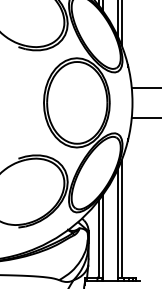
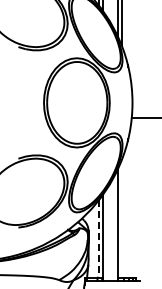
line at (144, 87): present -> none
line at (121, 218): present -> none
line at (98, 239): solid -> dashed
